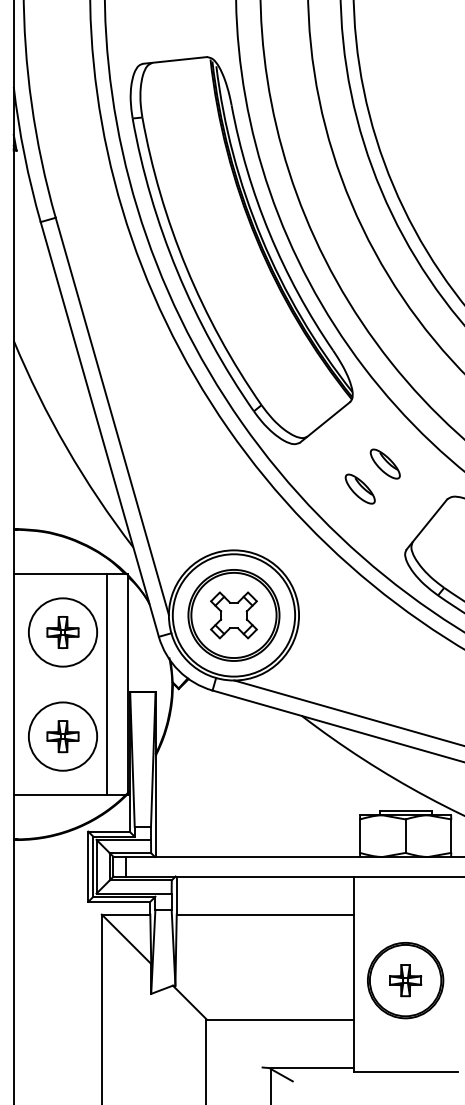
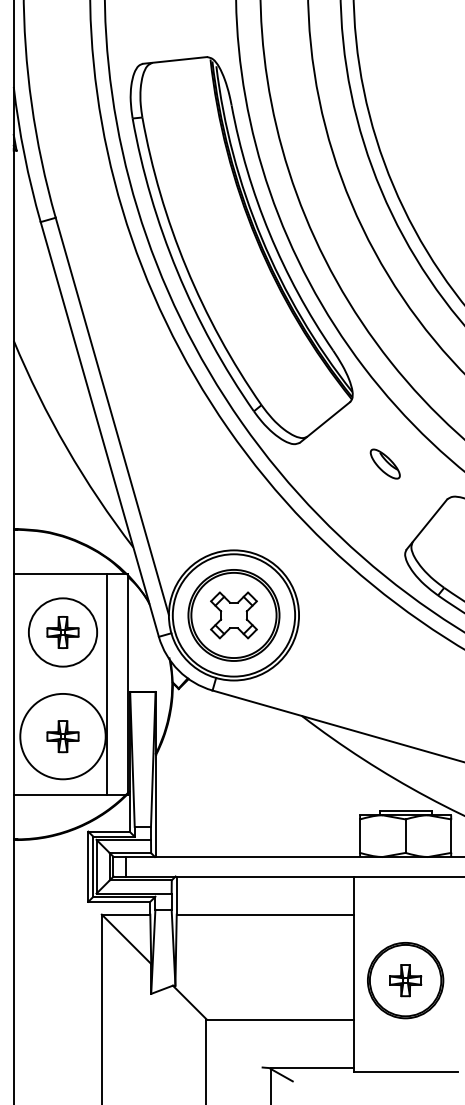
part at (359, 488): present -> none
line at (347, 712): present -> none
circle at (62, 736) diameter: 68 px -> 85 px
